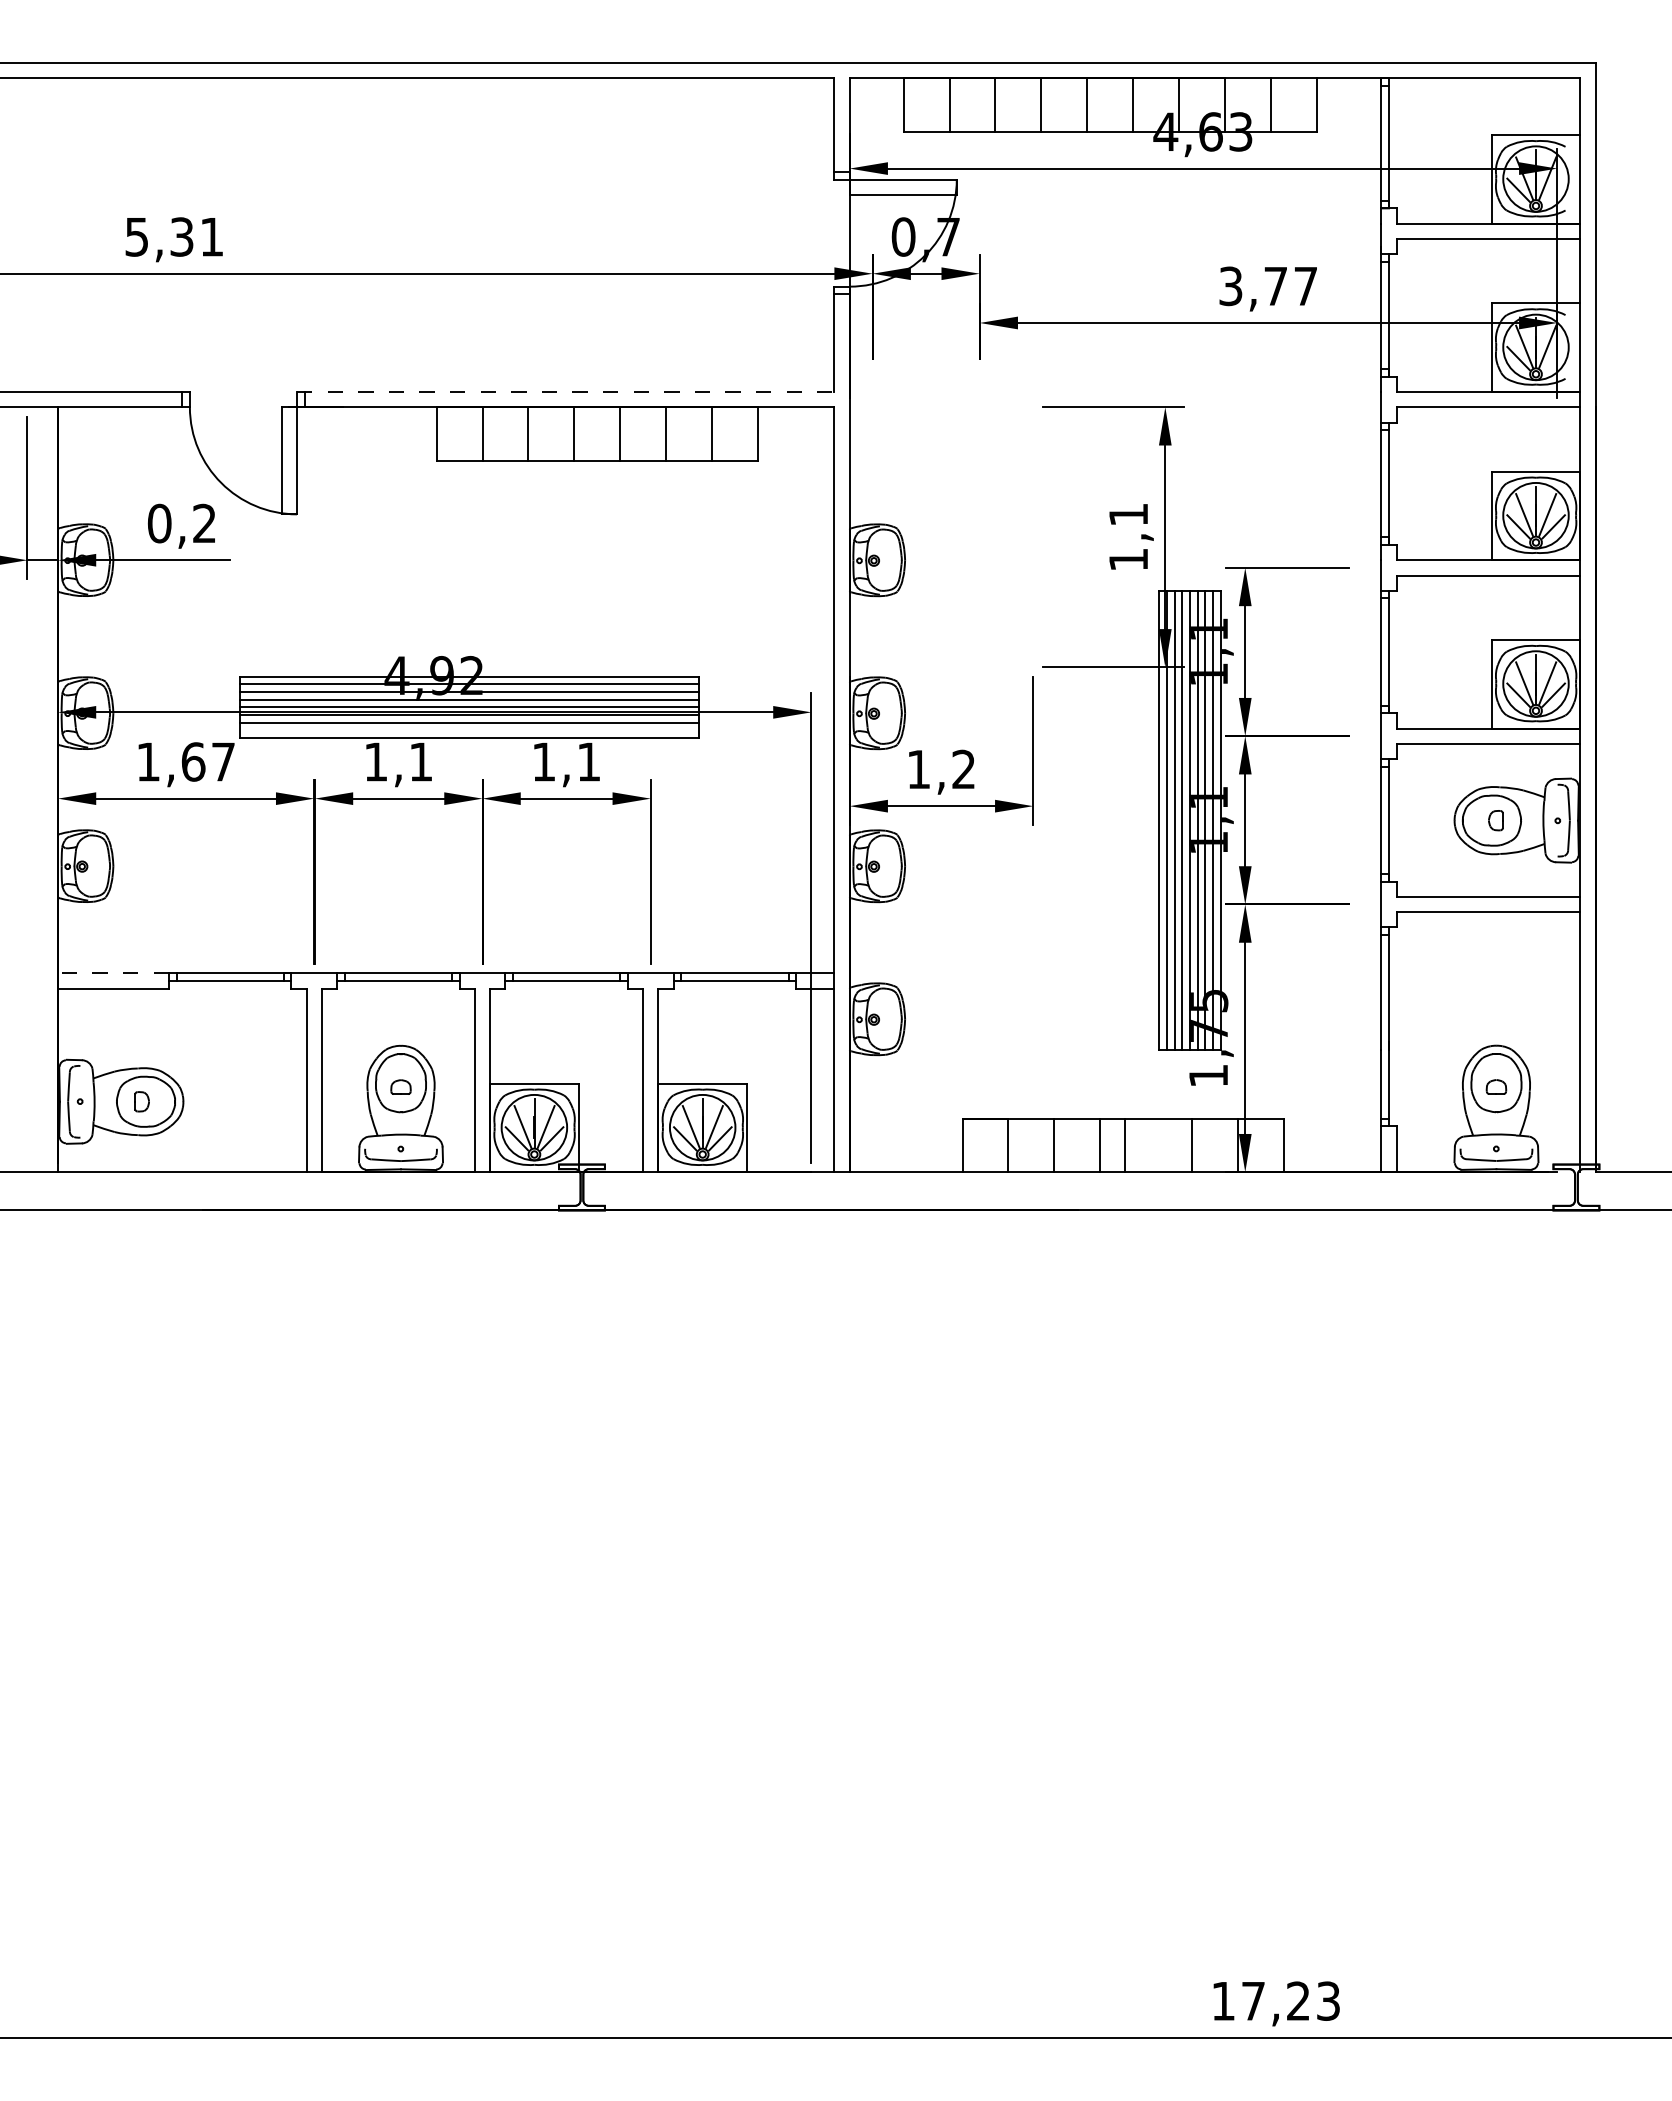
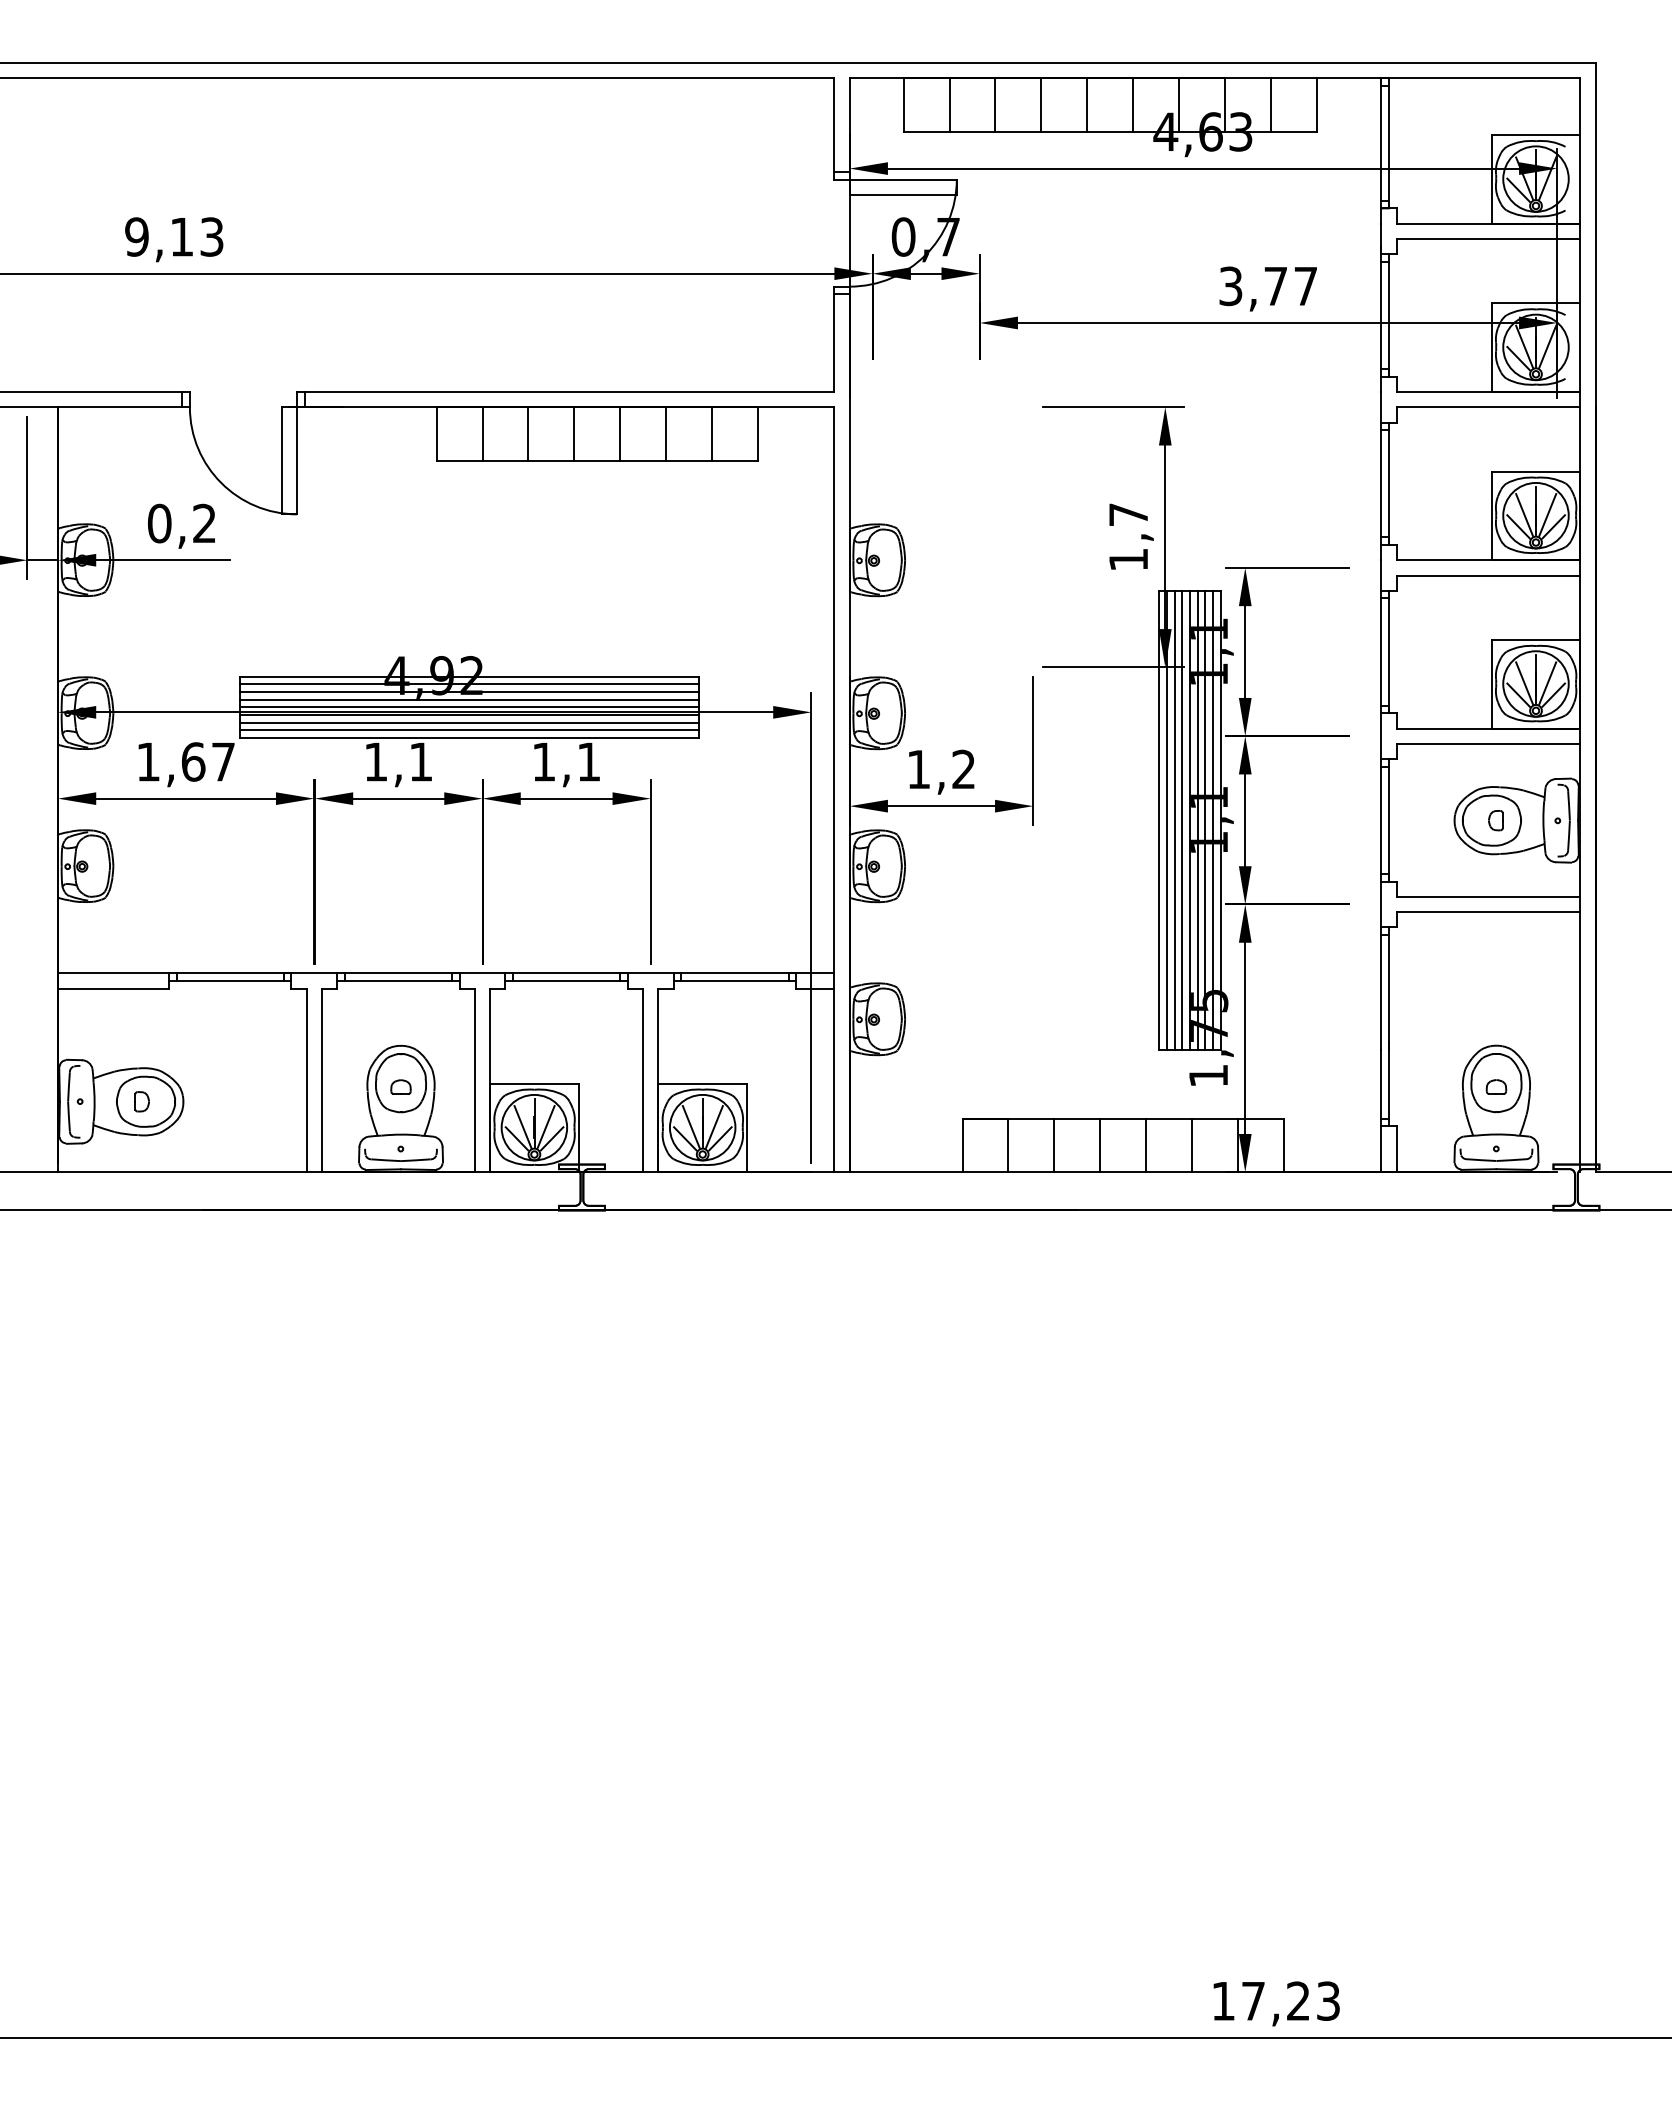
text at (174, 236): 5,31 -> 9,13
line at (565, 391): dashed -> solid
text at (1128, 514): 1,1 -> 1,7
line at (469, 730): none -> present
line at (112, 973): dashed -> solid
line at (1125, 1145) position: (1125, 1145) -> (1146, 1145)
